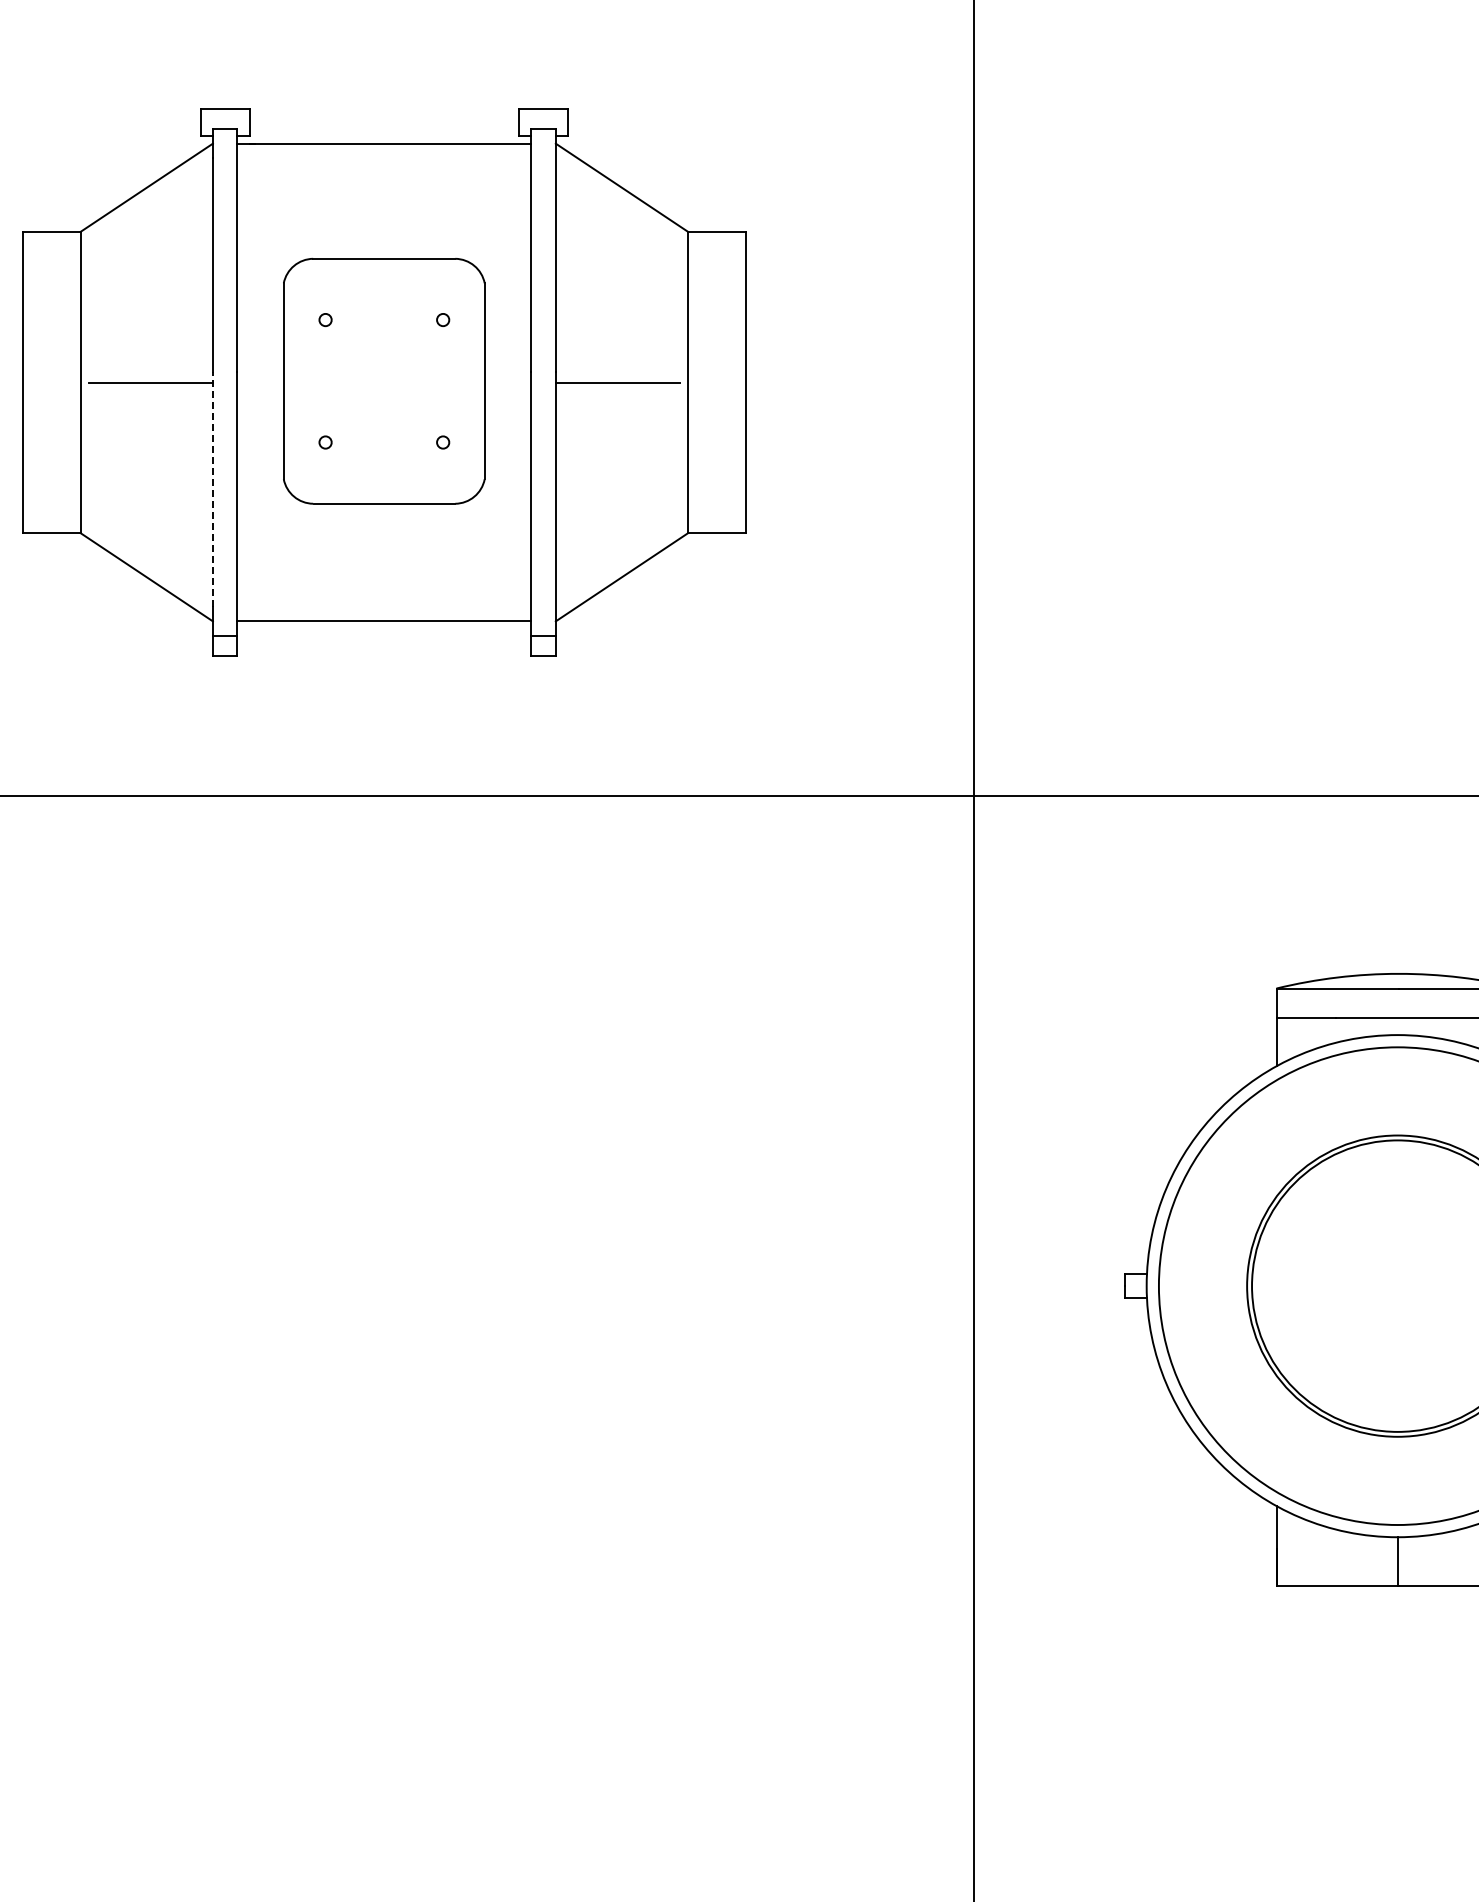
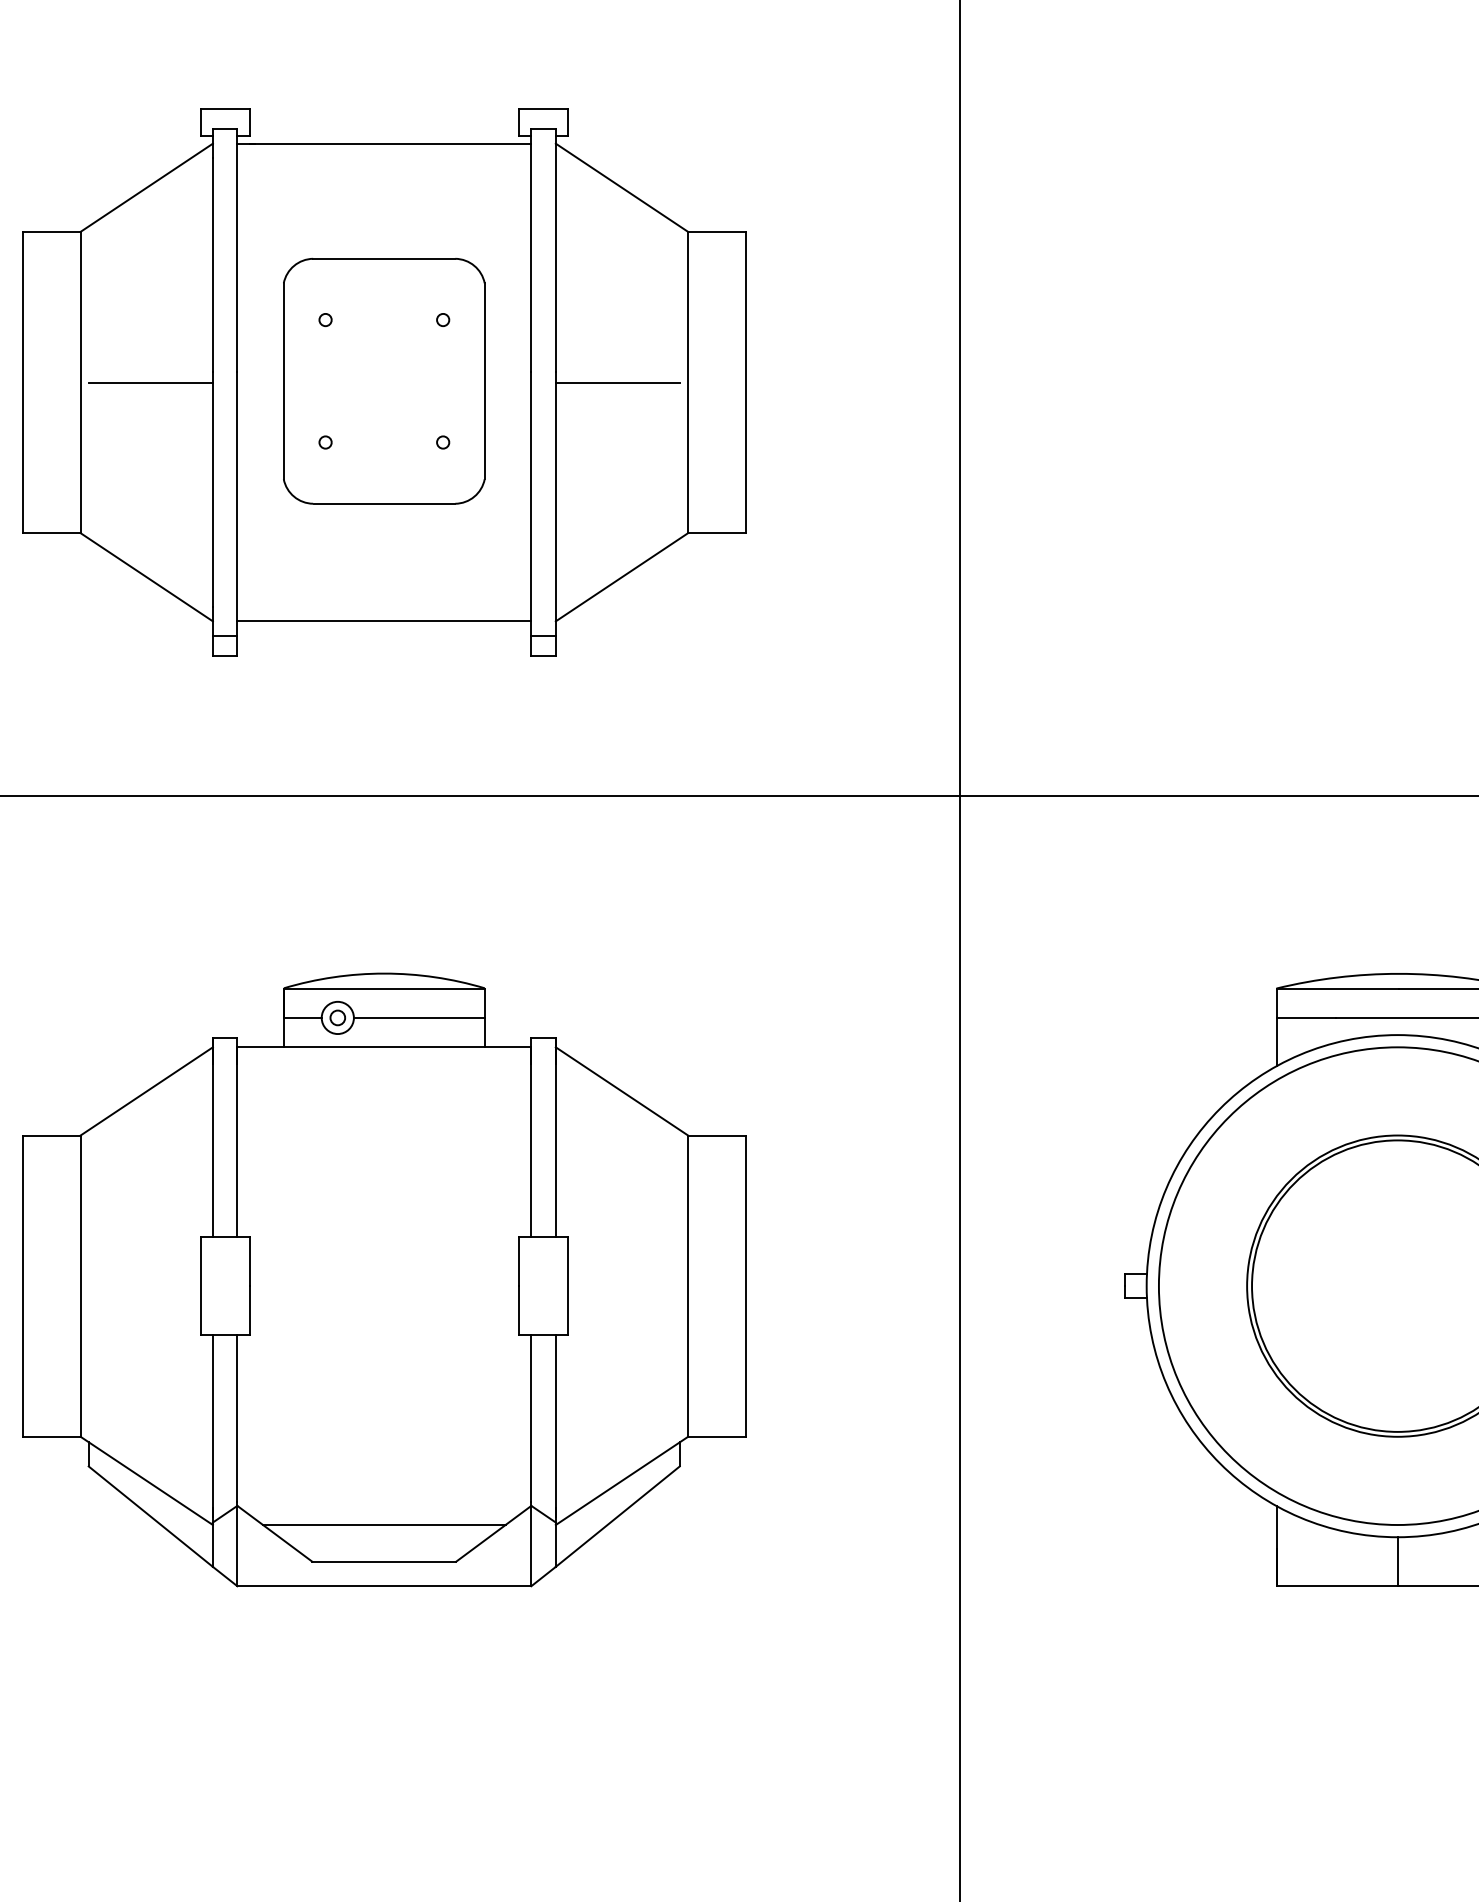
line at (212, 488): dashed -> solid
line at (974, 950) position: (974, 950) -> (960, 950)
part at (384, 1279): none -> present
